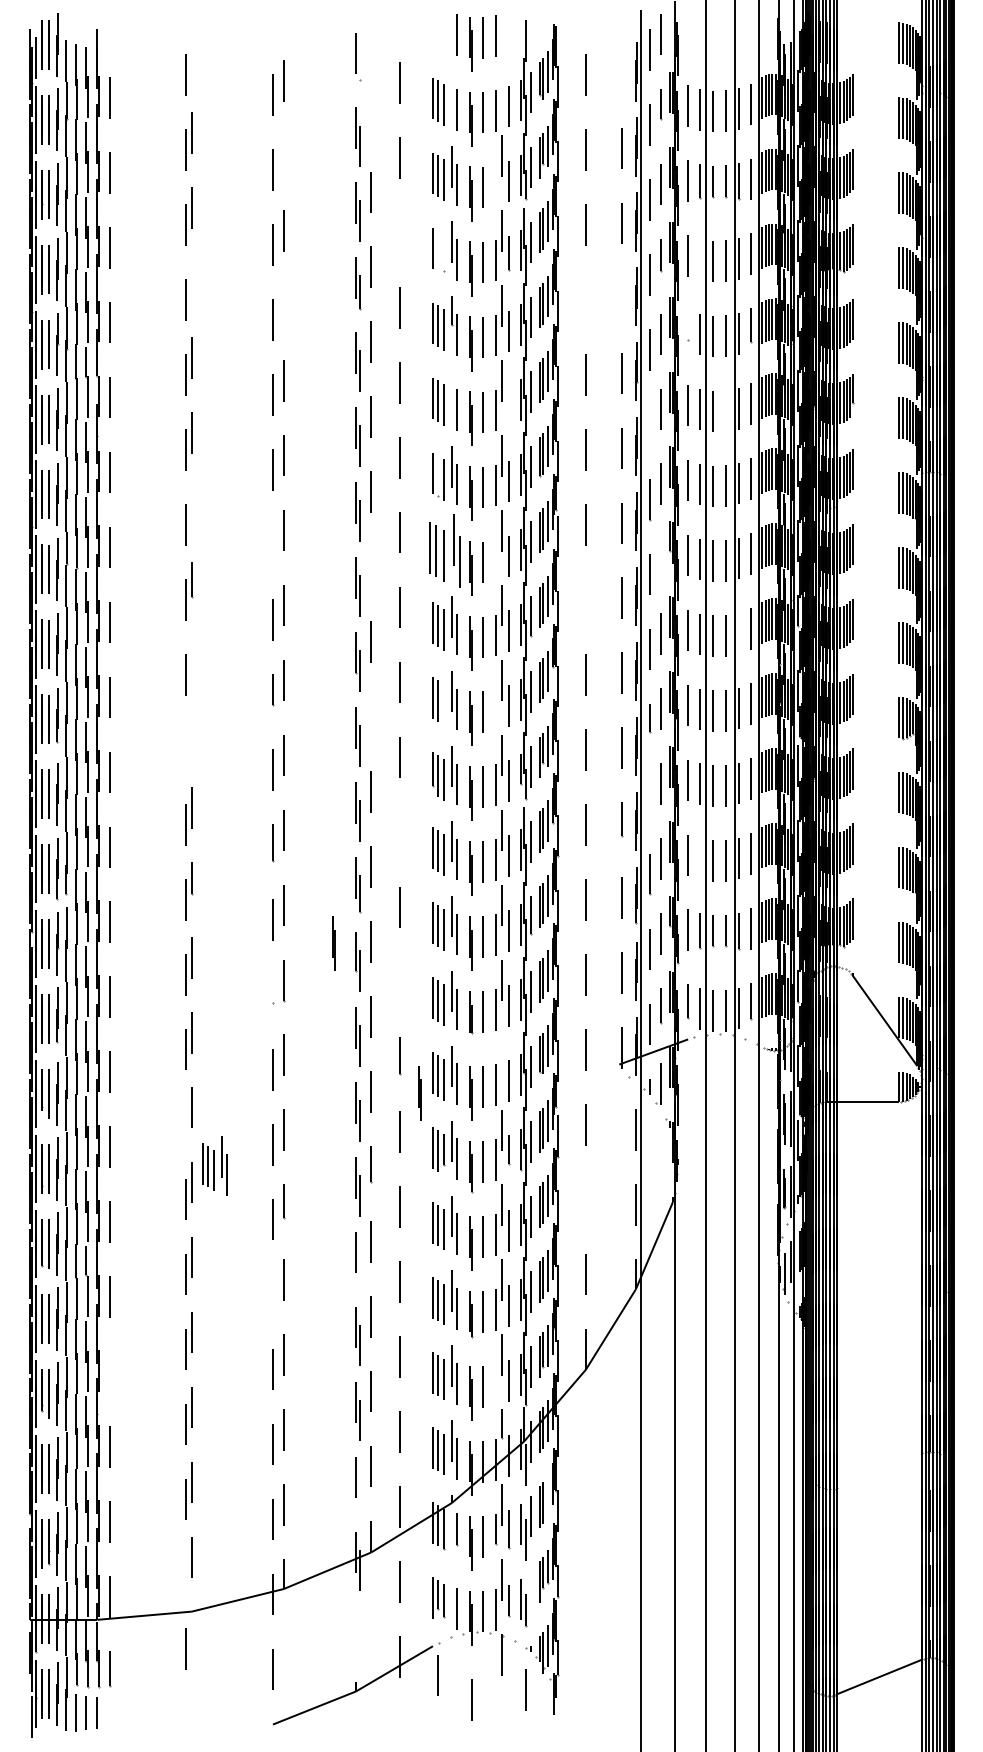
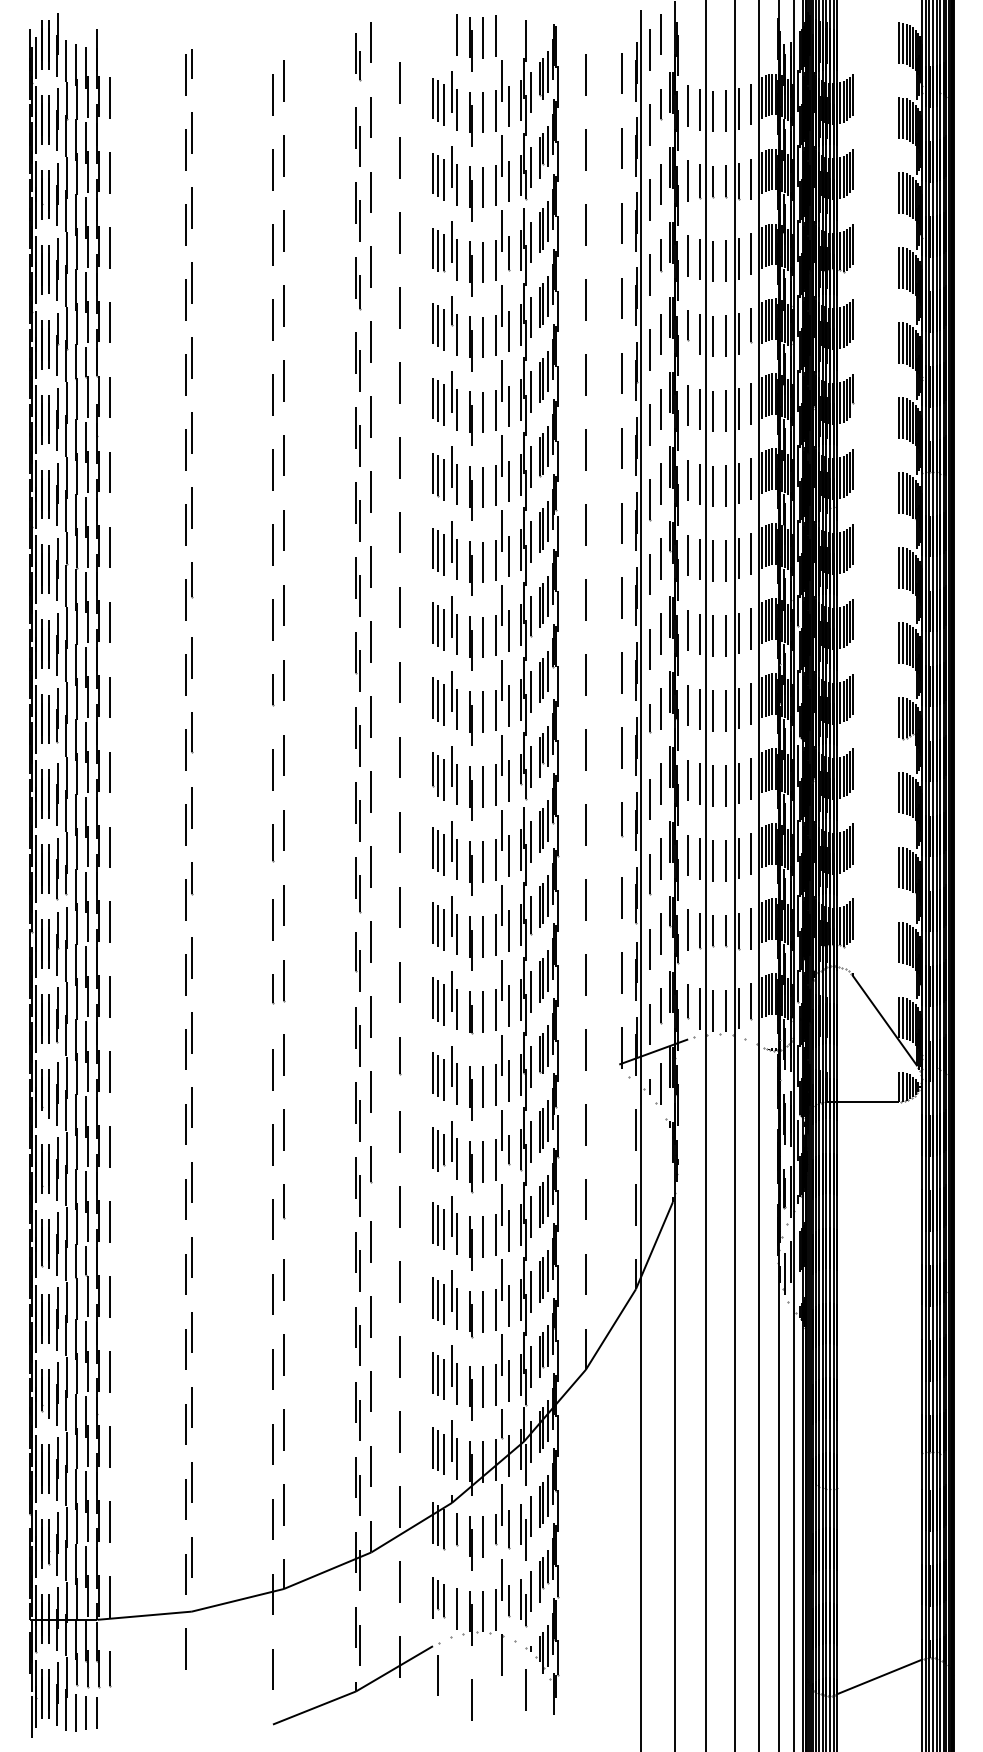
line at (371, 42): none -> present
line at (191, 63): none -> present
line at (359, 64): none -> present
line at (621, 73): none -> present
line at (501, 80): none -> present
line at (451, 91): none -> present
line at (371, 117): none -> present
line at (283, 155): none -> present
line at (496, 185): none -> present
line at (400, 232): none -> present
line at (437, 251): none -> present
line at (444, 252): none -> present
line at (700, 259): none -> present
line at (191, 282): none -> present
line at (621, 298): none -> present
line at (585, 299): none -> present
line at (283, 305): none -> present
line at (688, 324): none -> present
line at (451, 391): none -> present
line at (508, 406): none -> present
line at (726, 410): none -> present
line at (650, 424): none -> present
line at (437, 475): none -> present
line at (191, 507): none -> present
line at (272, 544): none -> present
part at (444, 550) size: 32x74 px -> 26x59 px
line at (660, 558): none -> present
line at (496, 560): none -> present
line at (370, 566): none -> present
line at (585, 599): none -> present
line at (739, 633): none -> present
line at (191, 657): none -> present
line at (444, 704): none -> present
line at (496, 710): none -> present
line at (371, 716): none -> present
part at (189, 741): none -> present
line at (650, 799): none -> present
line at (400, 832): none -> present
line at (700, 859): none -> present
line at (333, 943): present -> none
line at (400, 982): none -> present
line at (272, 988): none -> present
line at (501, 1055): none -> present
line at (419, 1093): present -> none
line at (185, 1124): none -> present
part at (214, 1165): present -> none
line at (585, 1199): none -> present
line at (359, 1270): none -> present
line at (272, 1294): none -> present
line at (109, 1371): none -> present
line at (496, 1384): none -> present
line at (359, 1495): none -> present
line at (547, 1495): none -> present
line at (185, 1574): none -> present
line at (531, 1591): none -> present
part at (357, 1636): none -> present
